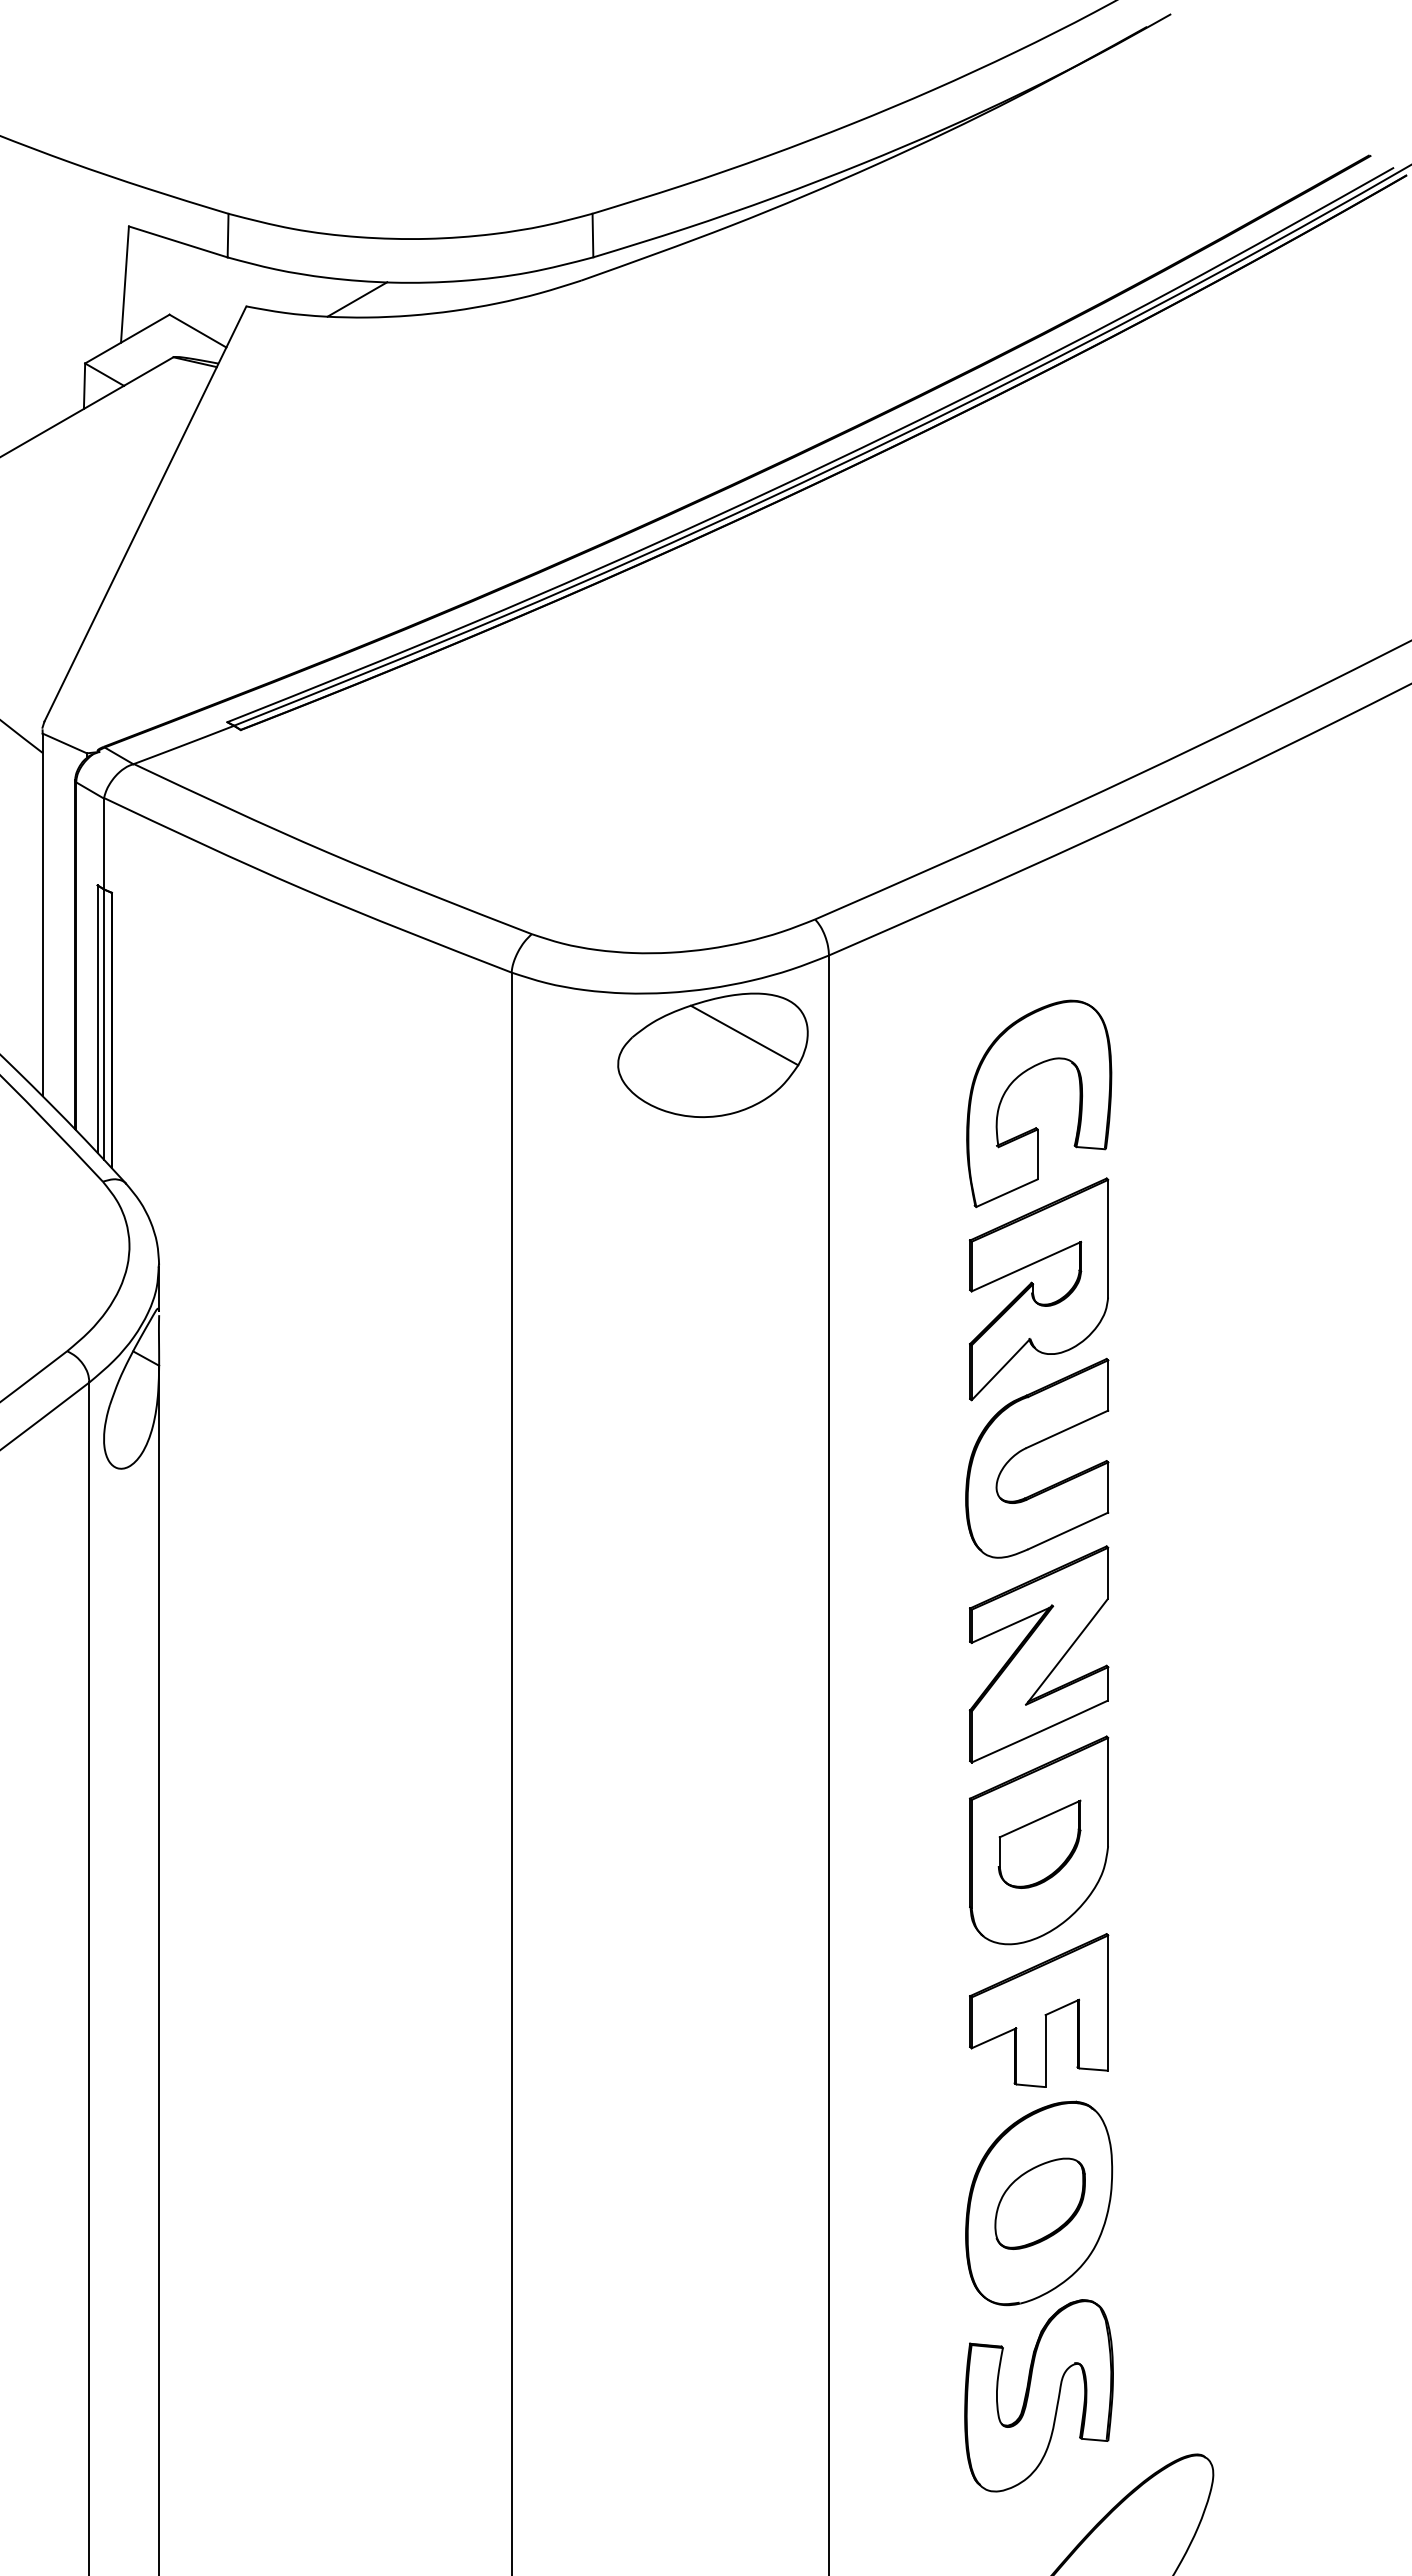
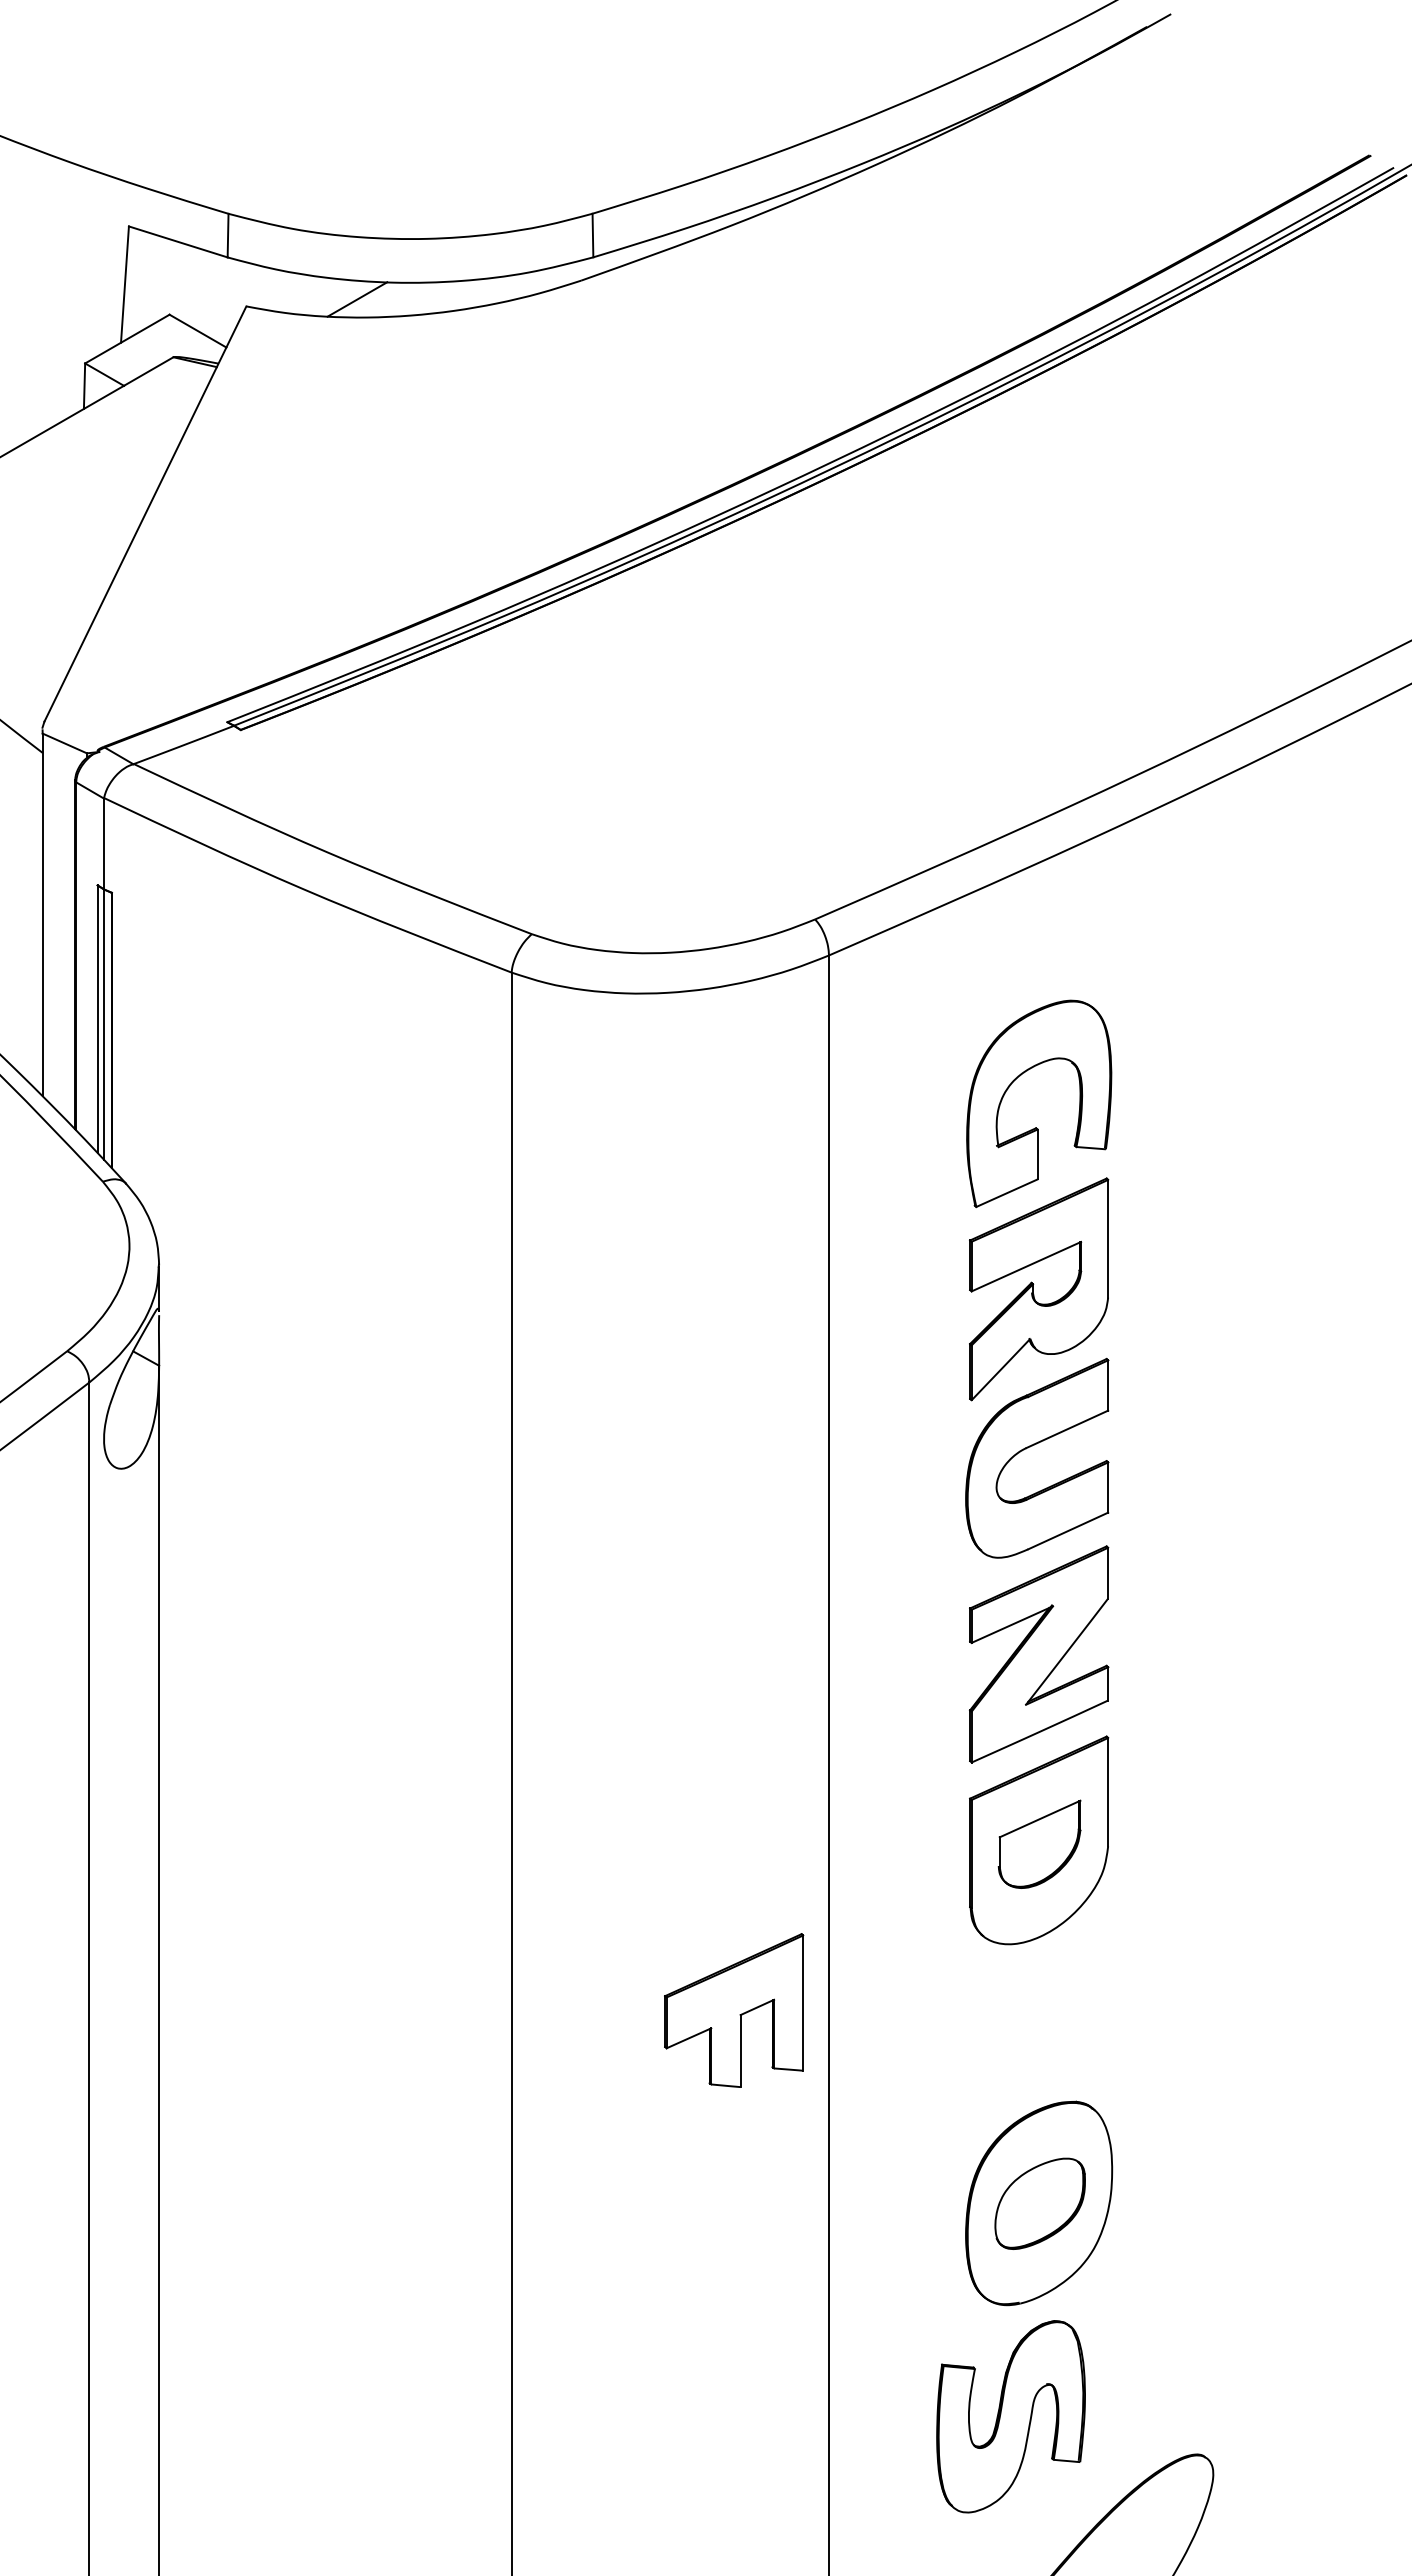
part at (712, 1054): present -> none
part at (1039, 2010) position: (1039, 2010) -> (734, 2010)
part at (1038, 2395) position: (1038, 2395) -> (1010, 2416)
